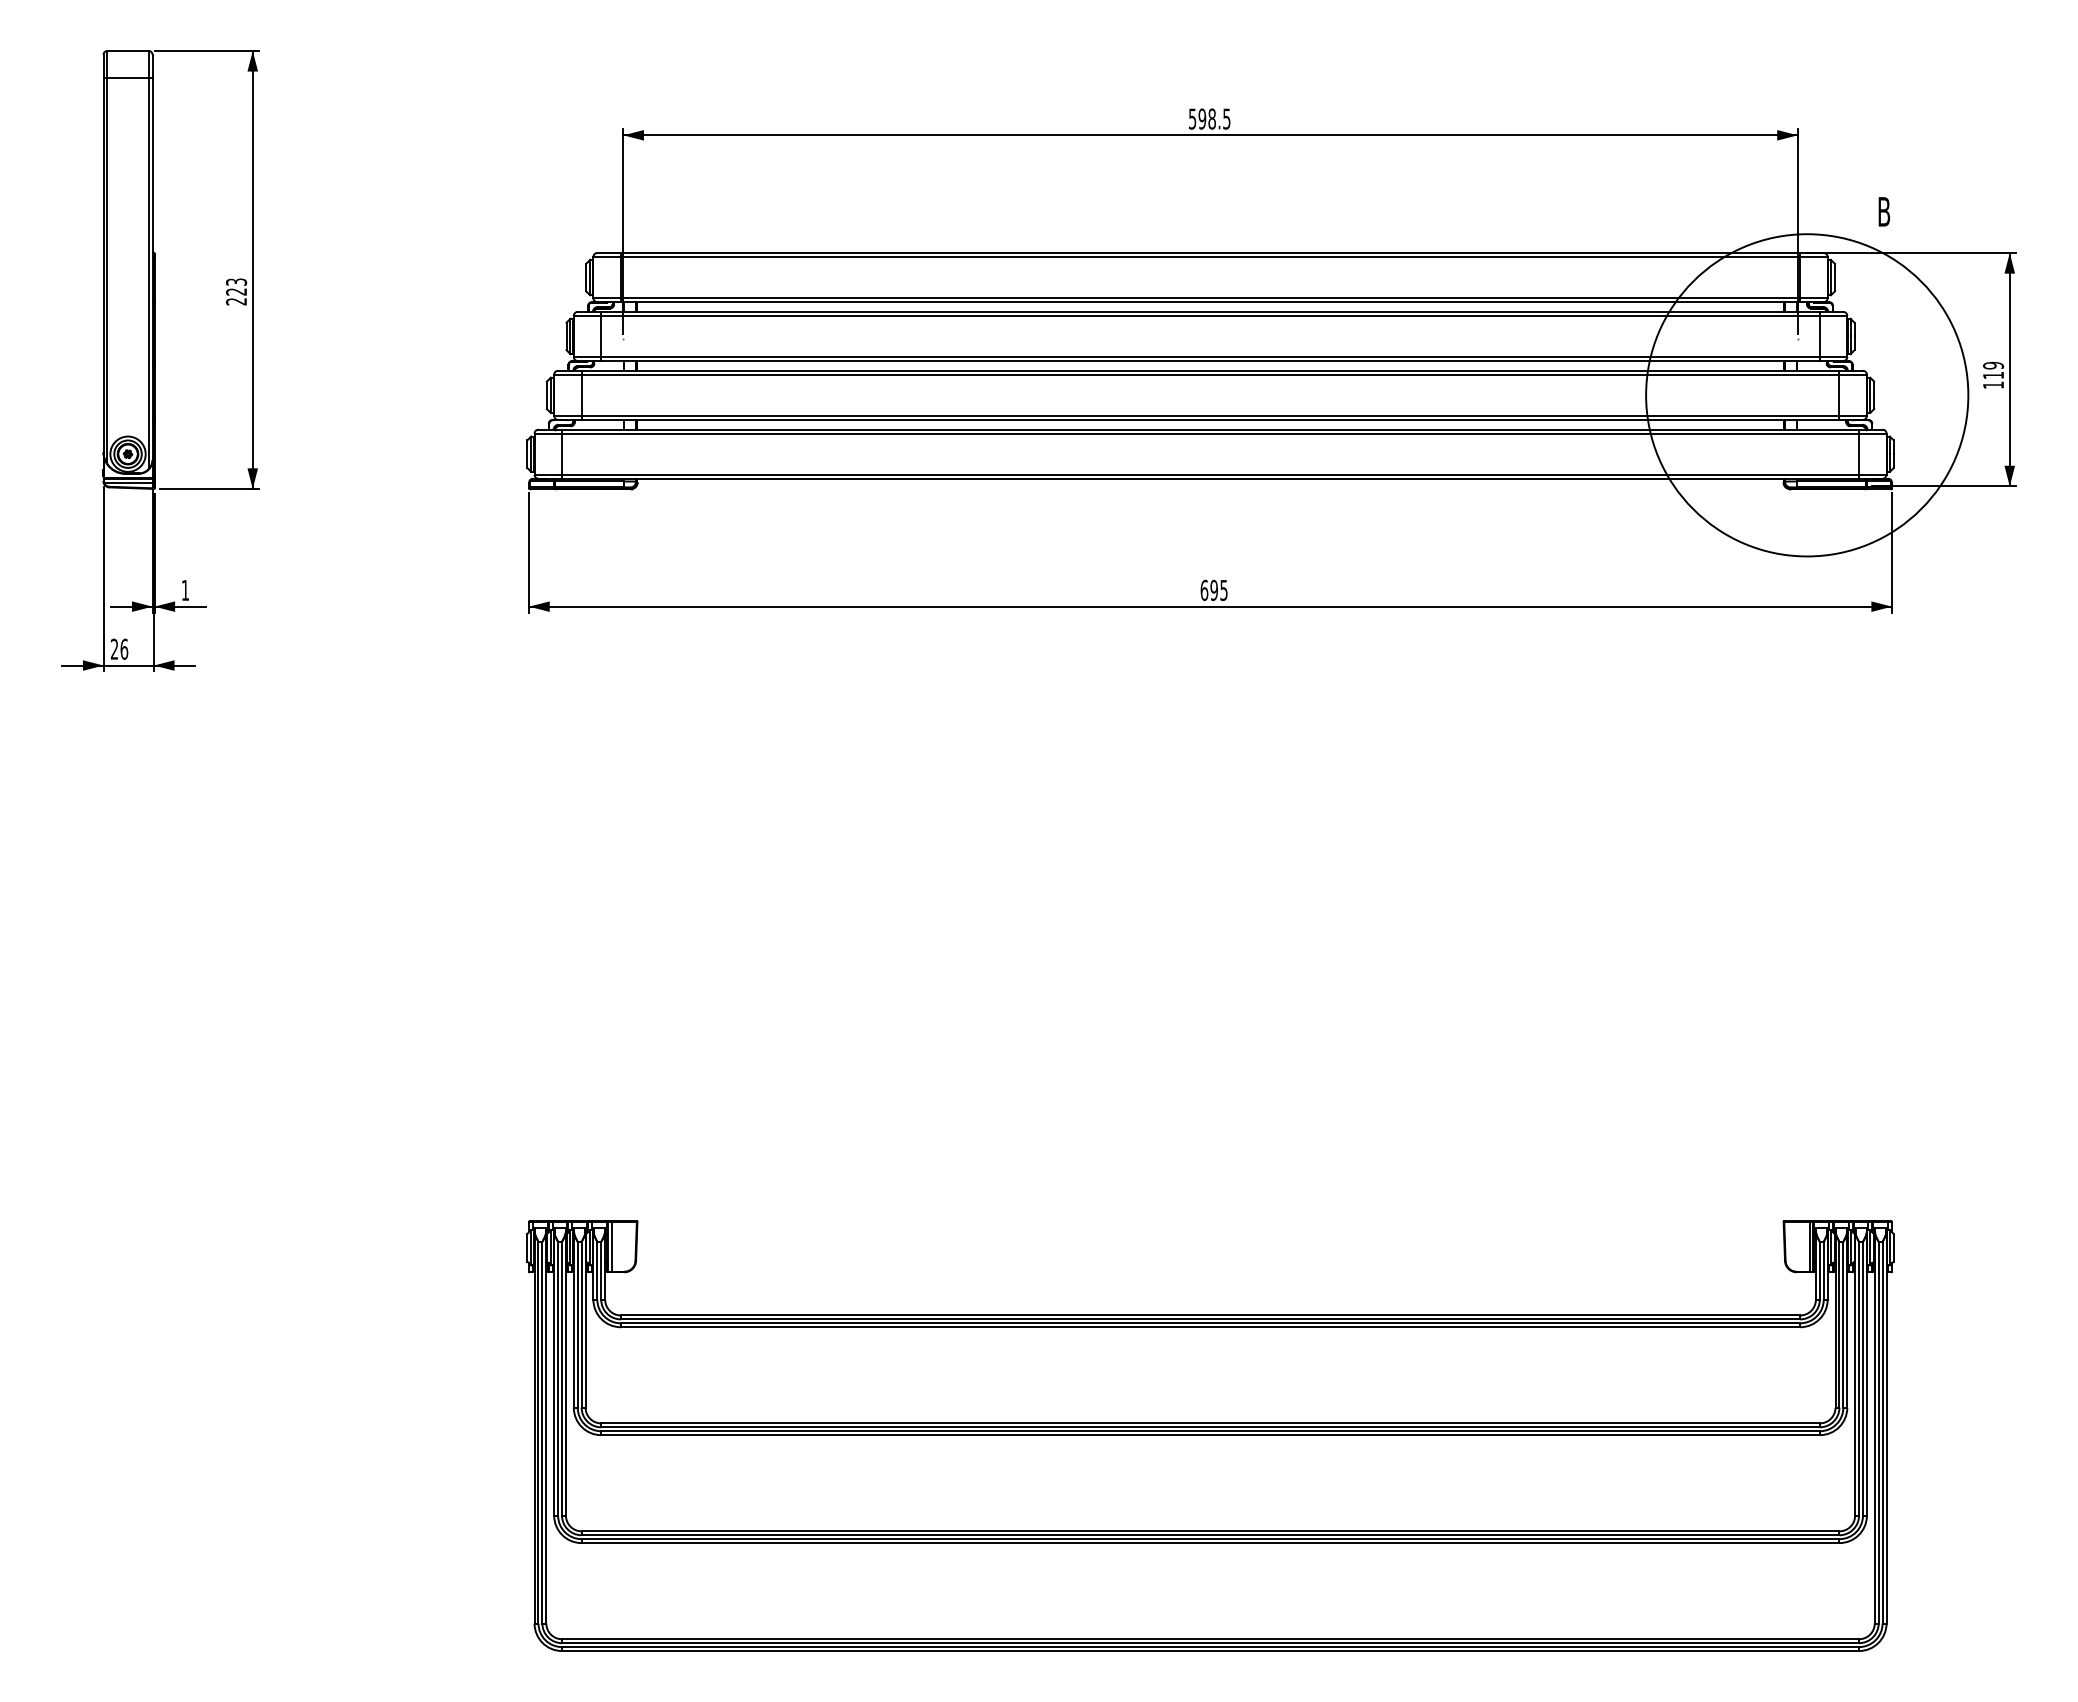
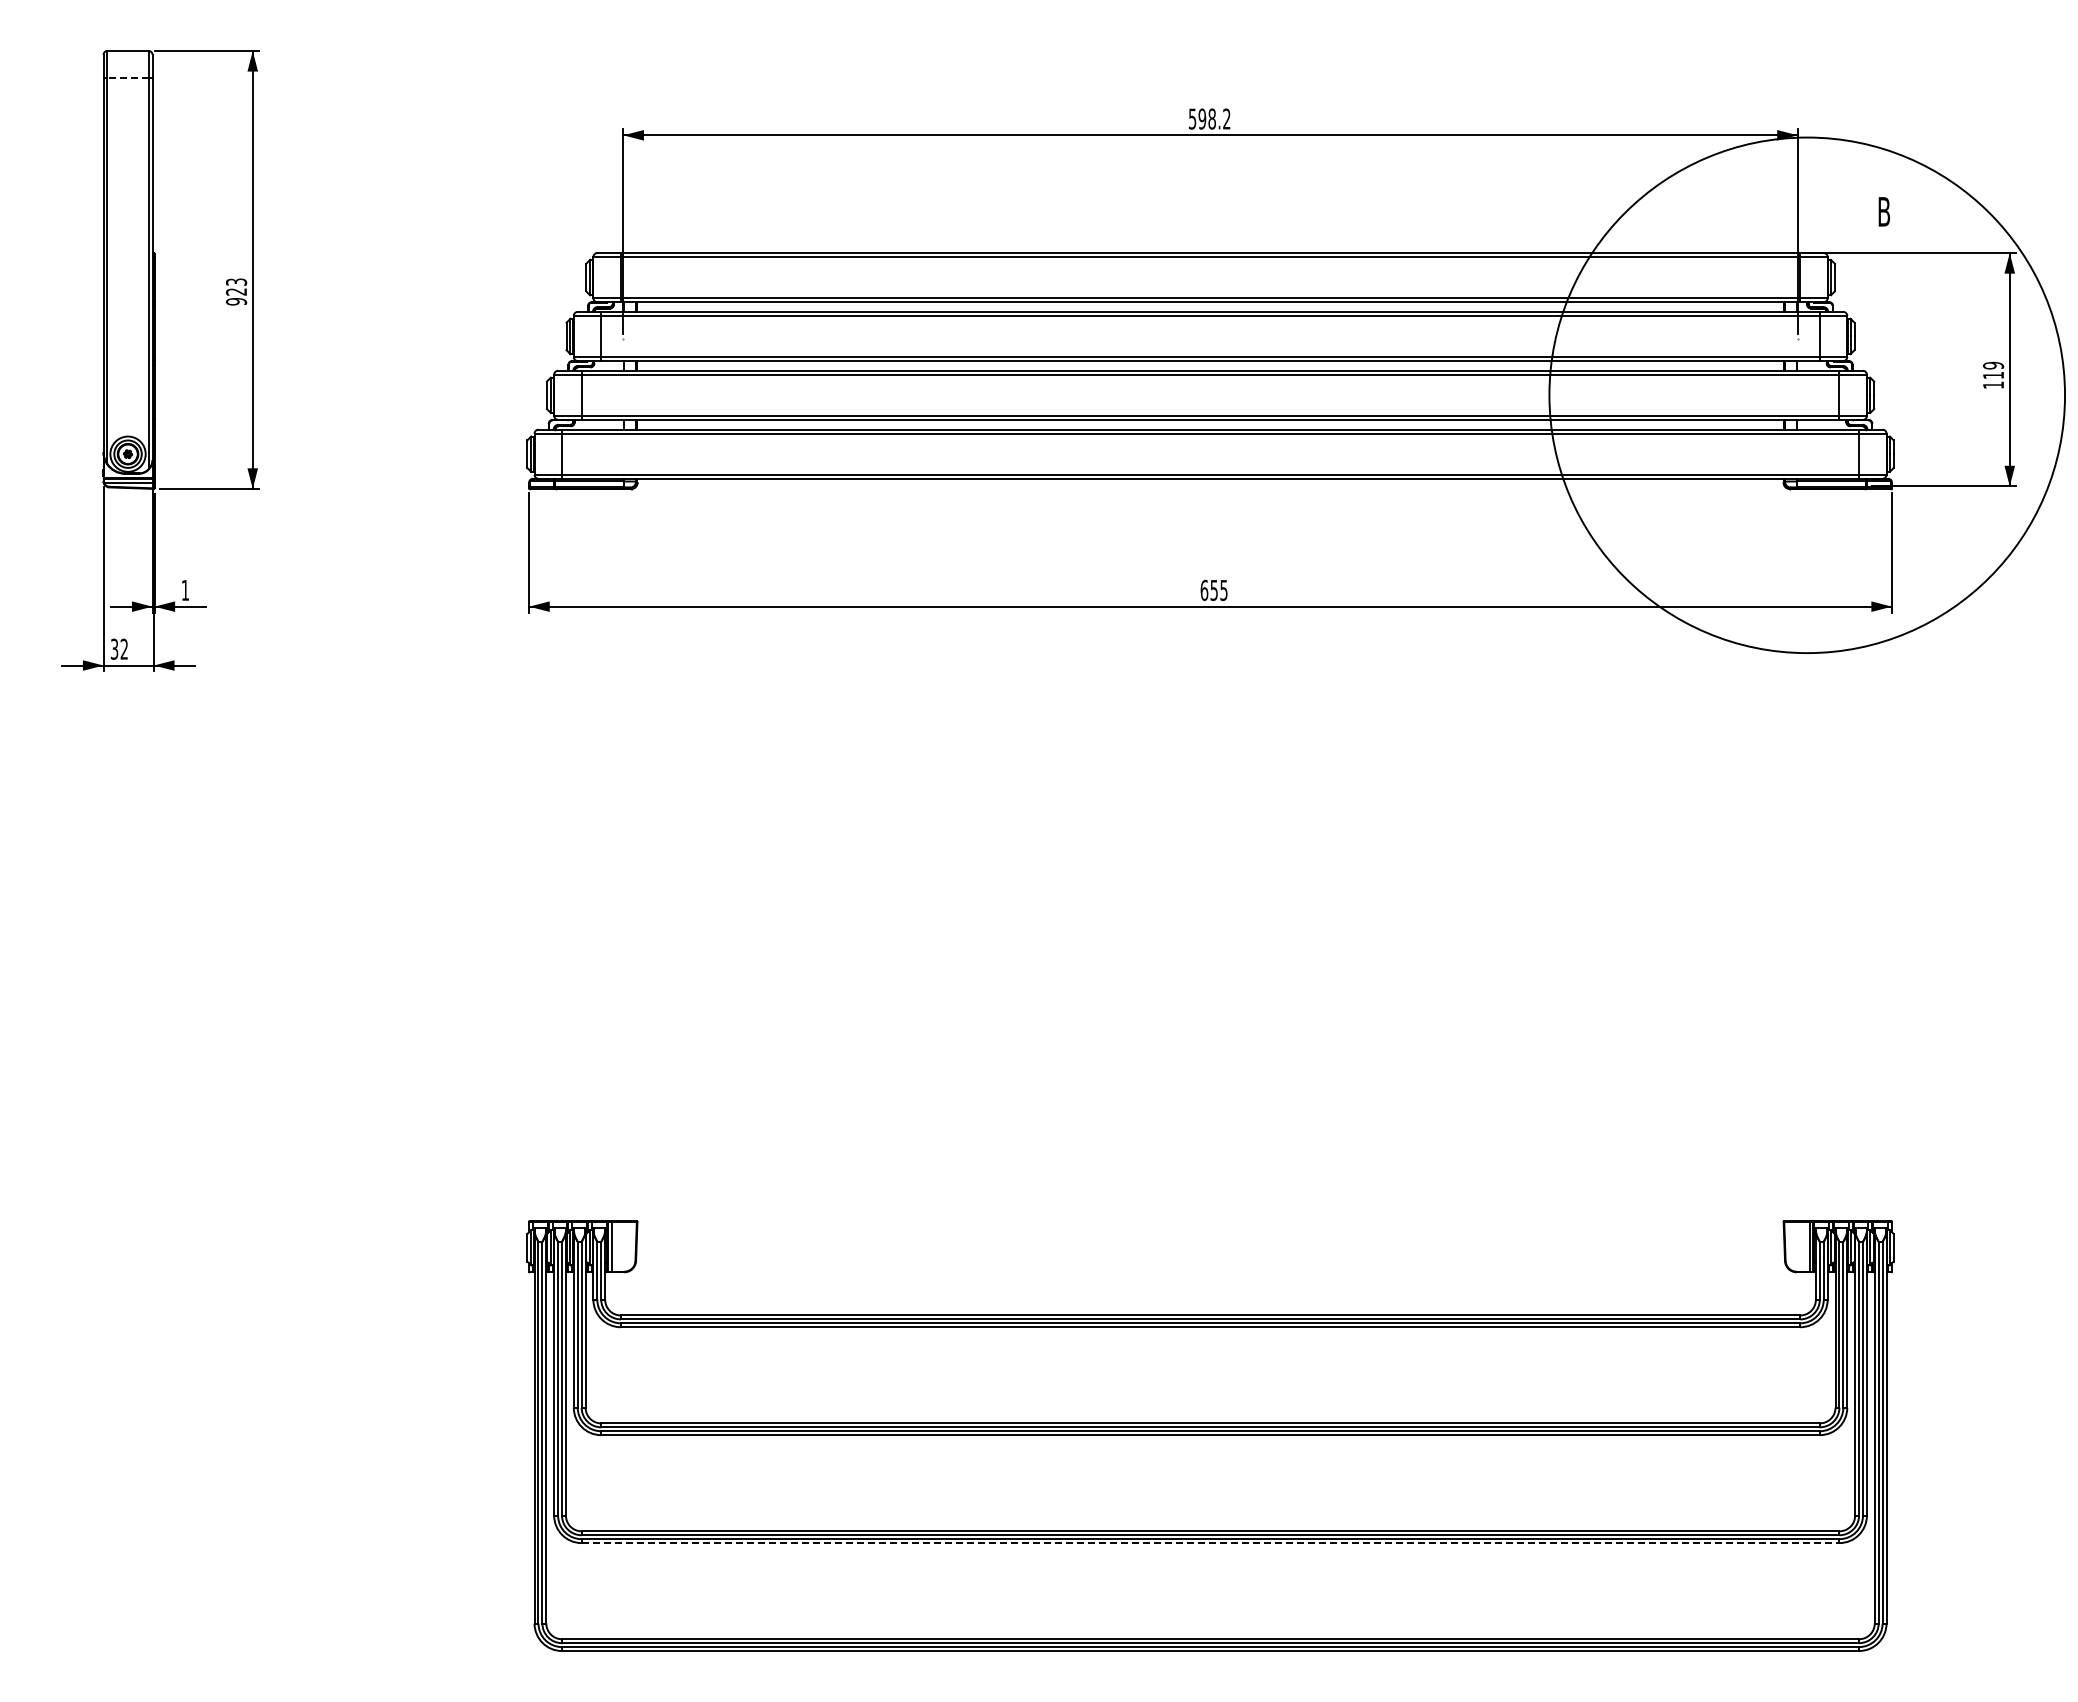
line at (128, 78): solid -> dashed
text at (1226, 118): 598.5 -> 598.2
text at (236, 301): 223 -> 923
circle at (1807, 395) diameter: 322 px -> 516 px
text at (1213, 589): 695 -> 655
text at (119, 648): 26 -> 32
line at (1210, 1543): solid -> dashed
